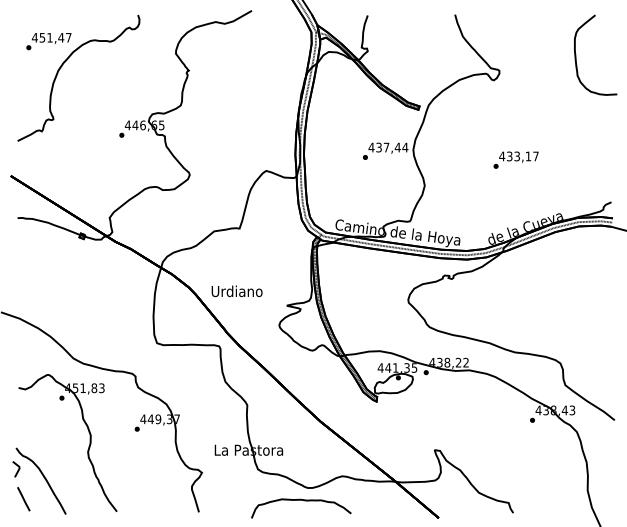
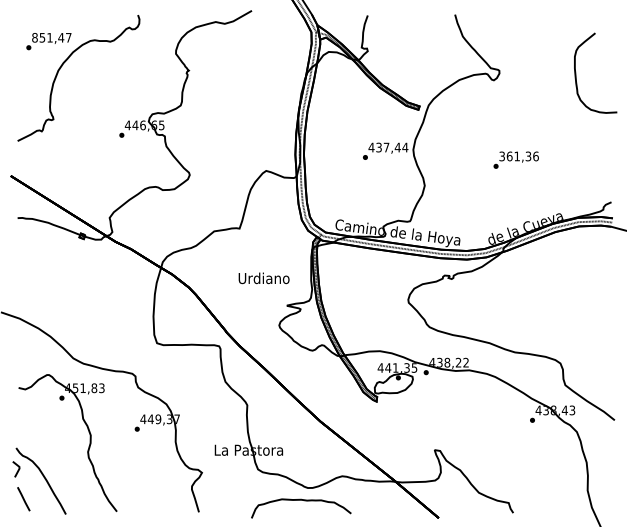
text at (34, 37): 451,47 -> 851,47
curve at (576, 54) position: (576, 54) -> (576, 72)
text at (518, 156): 433,17 -> 361,36
text at (236, 291) position: (236, 291) -> (263, 278)
